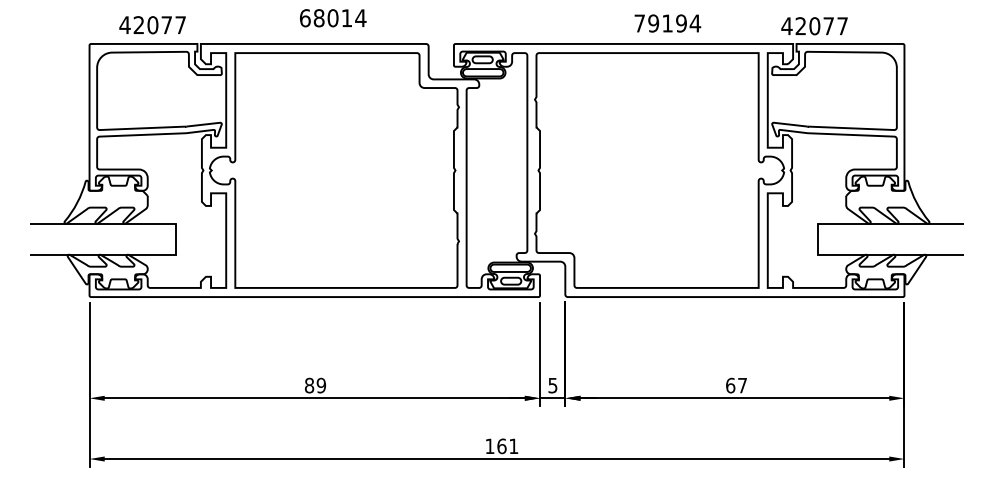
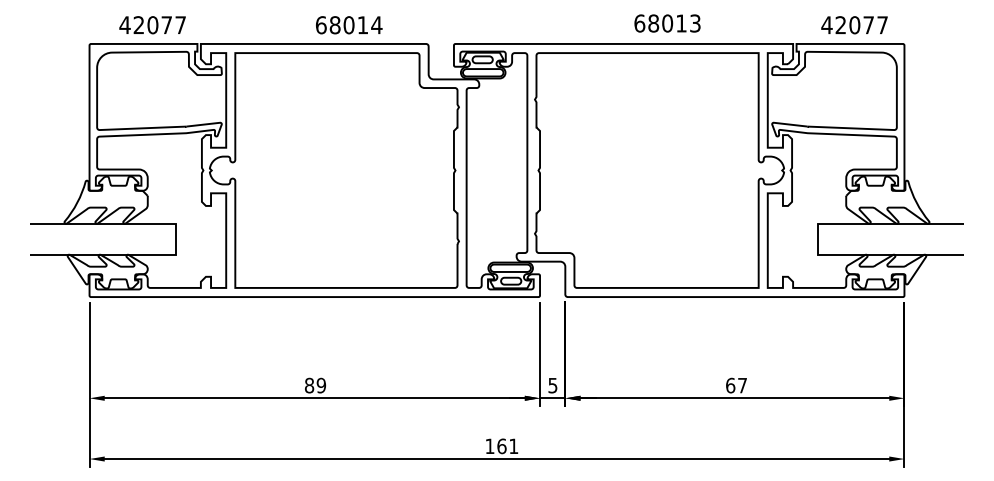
text at (333, 18) position: (333, 18) -> (349, 25)
text at (667, 23): 79194 -> 68013
text at (814, 26) position: (814, 26) -> (854, 25)
